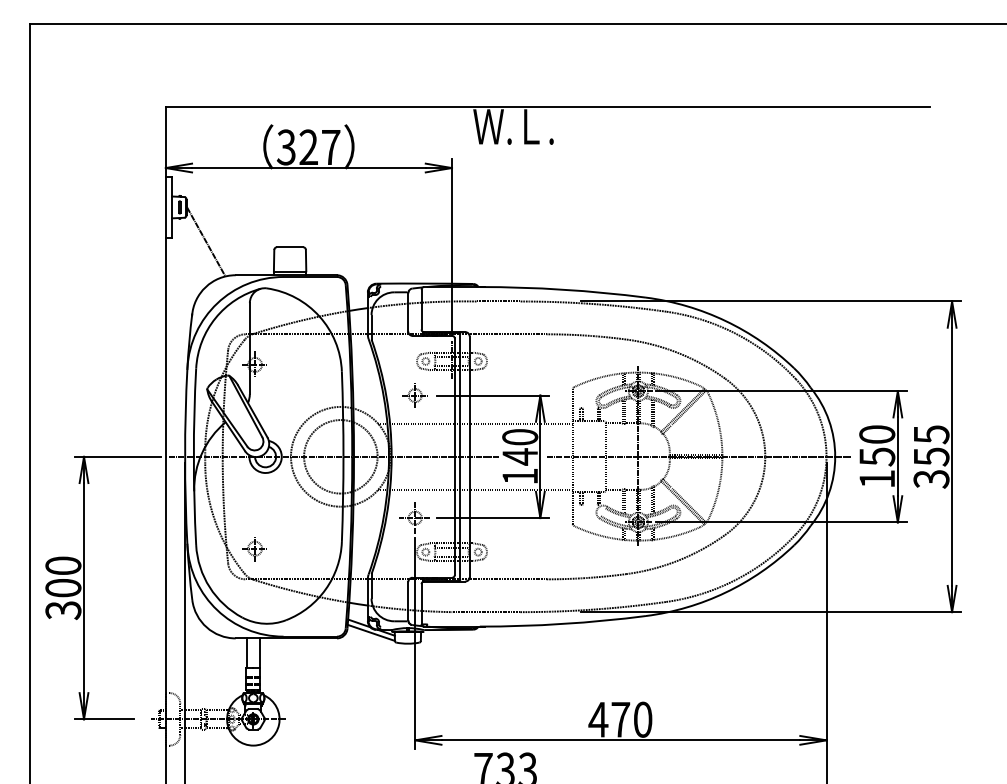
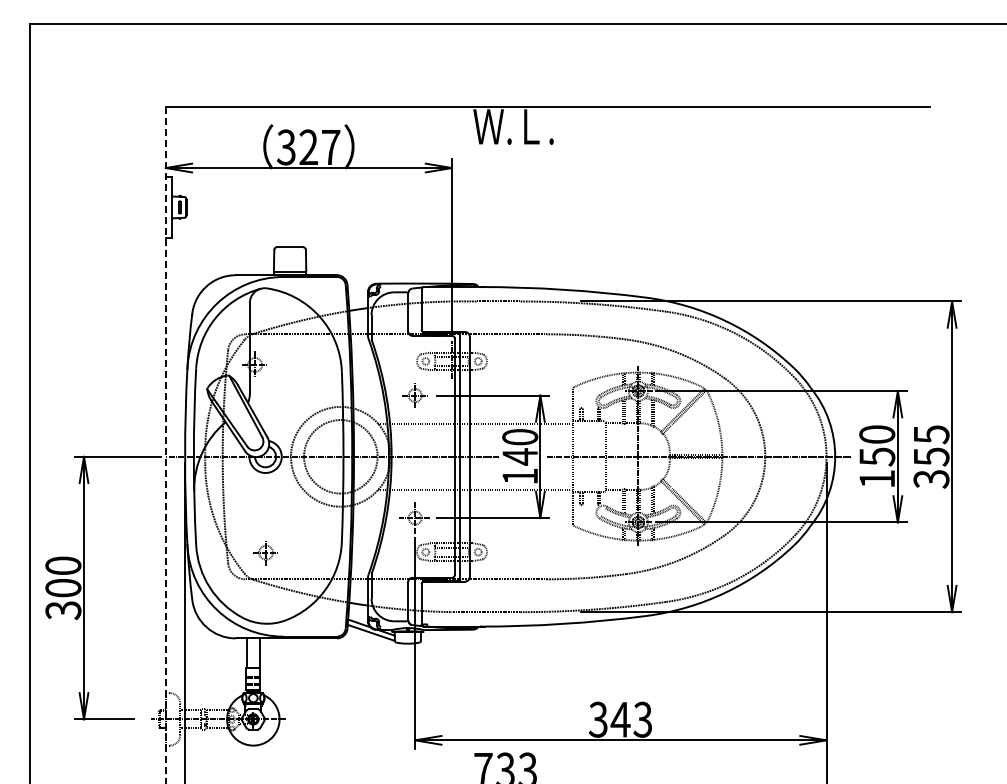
line at (206, 241): present -> none
line at (165, 445): solid -> dashed
part at (254, 549) position: (254, 549) -> (265, 553)
text at (620, 719): 470 -> 343
